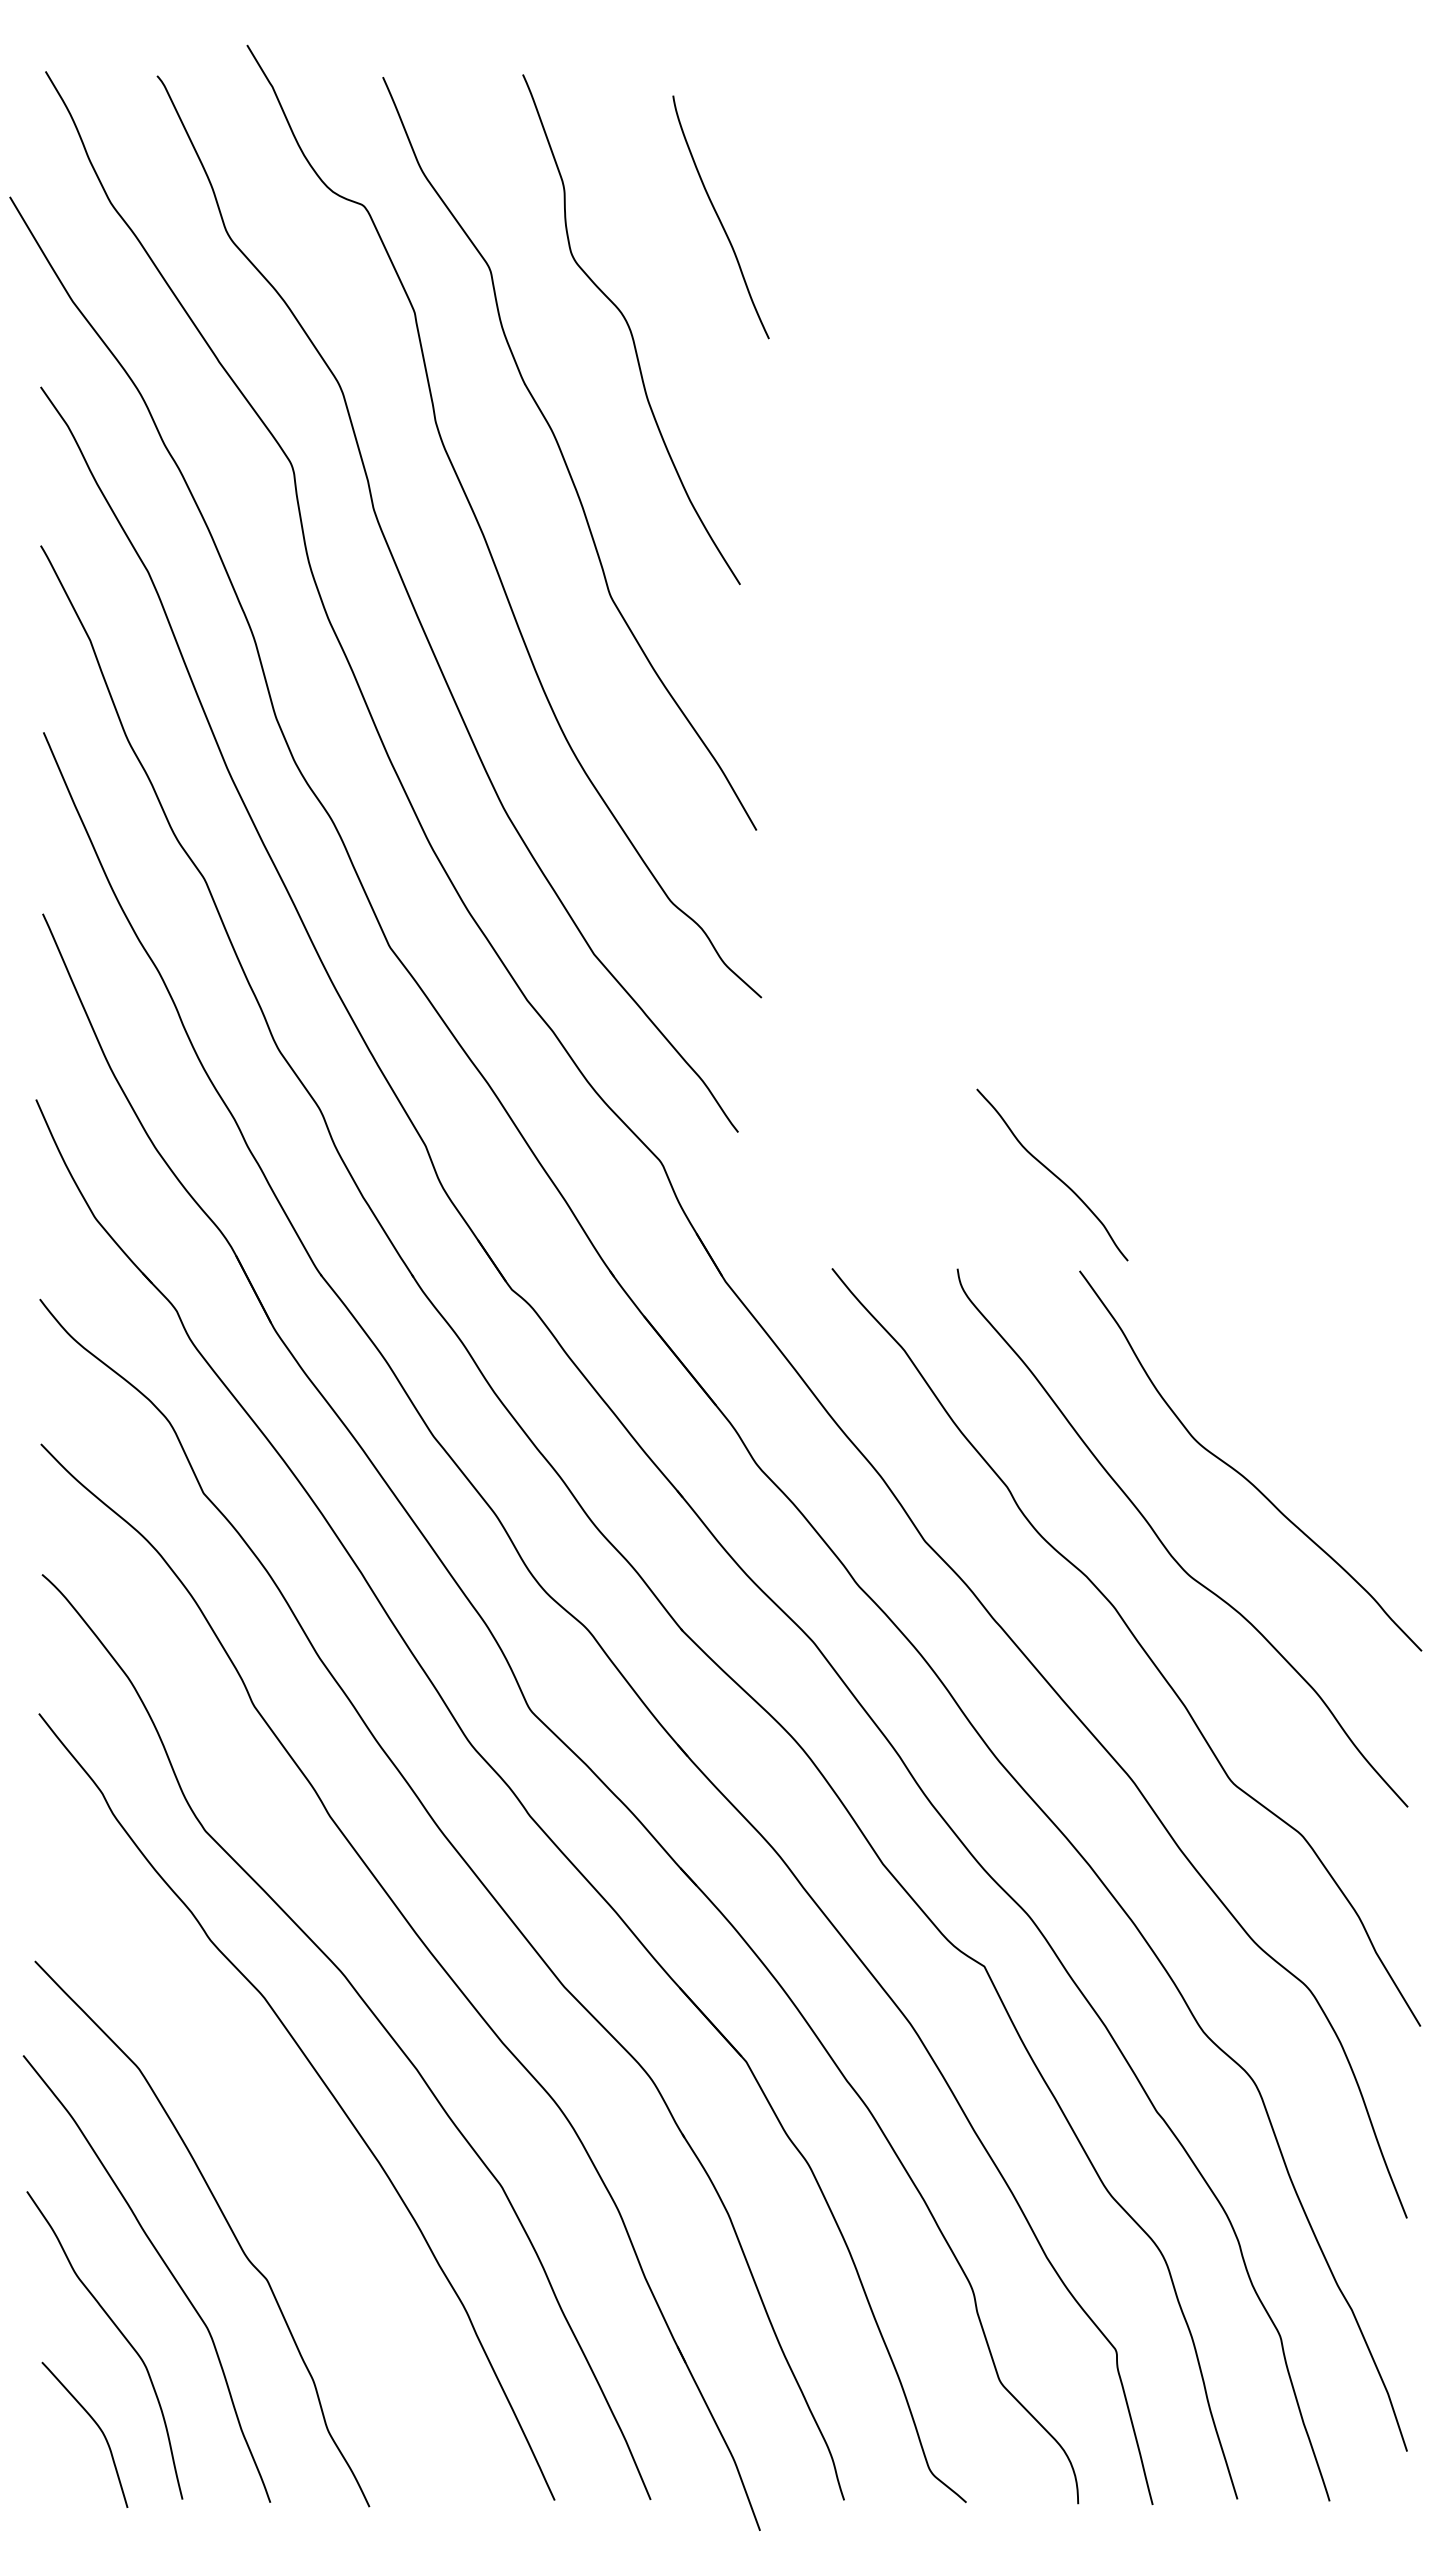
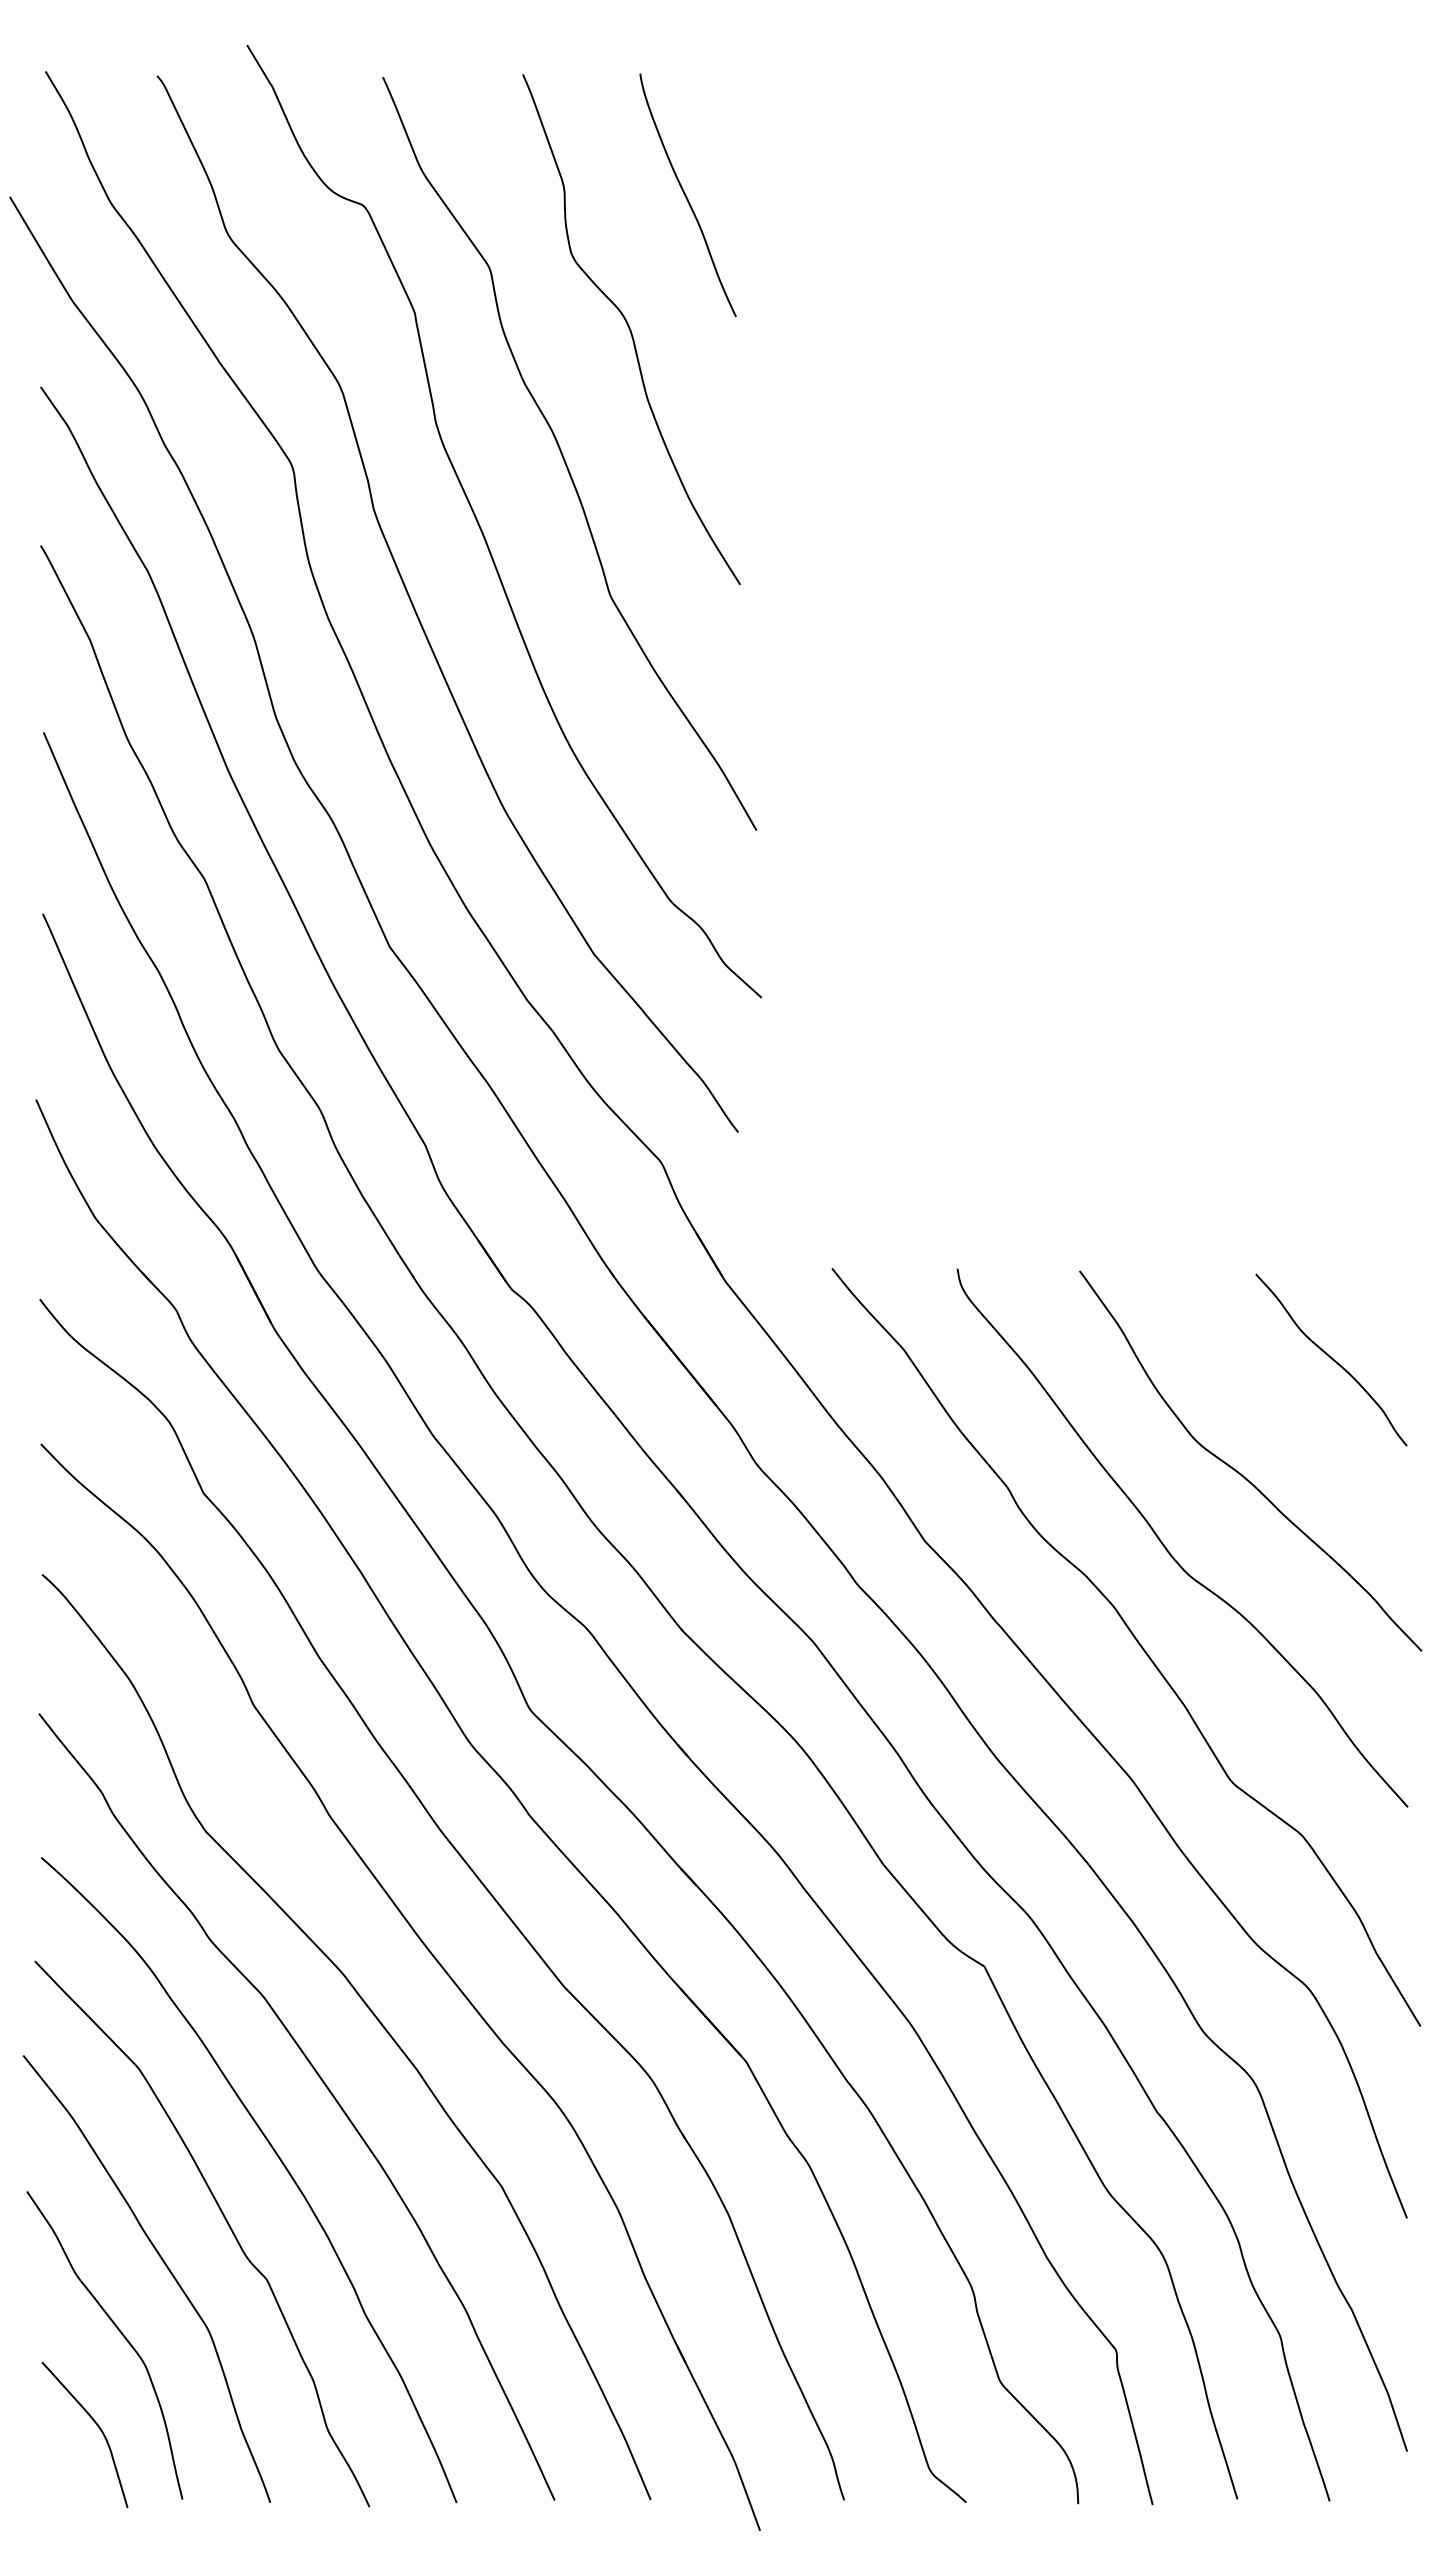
curve at (719, 217) position: (719, 217) -> (686, 195)
curve at (1052, 1174) position: (1052, 1174) -> (1331, 1359)
curve at (278, 2158): none -> present
